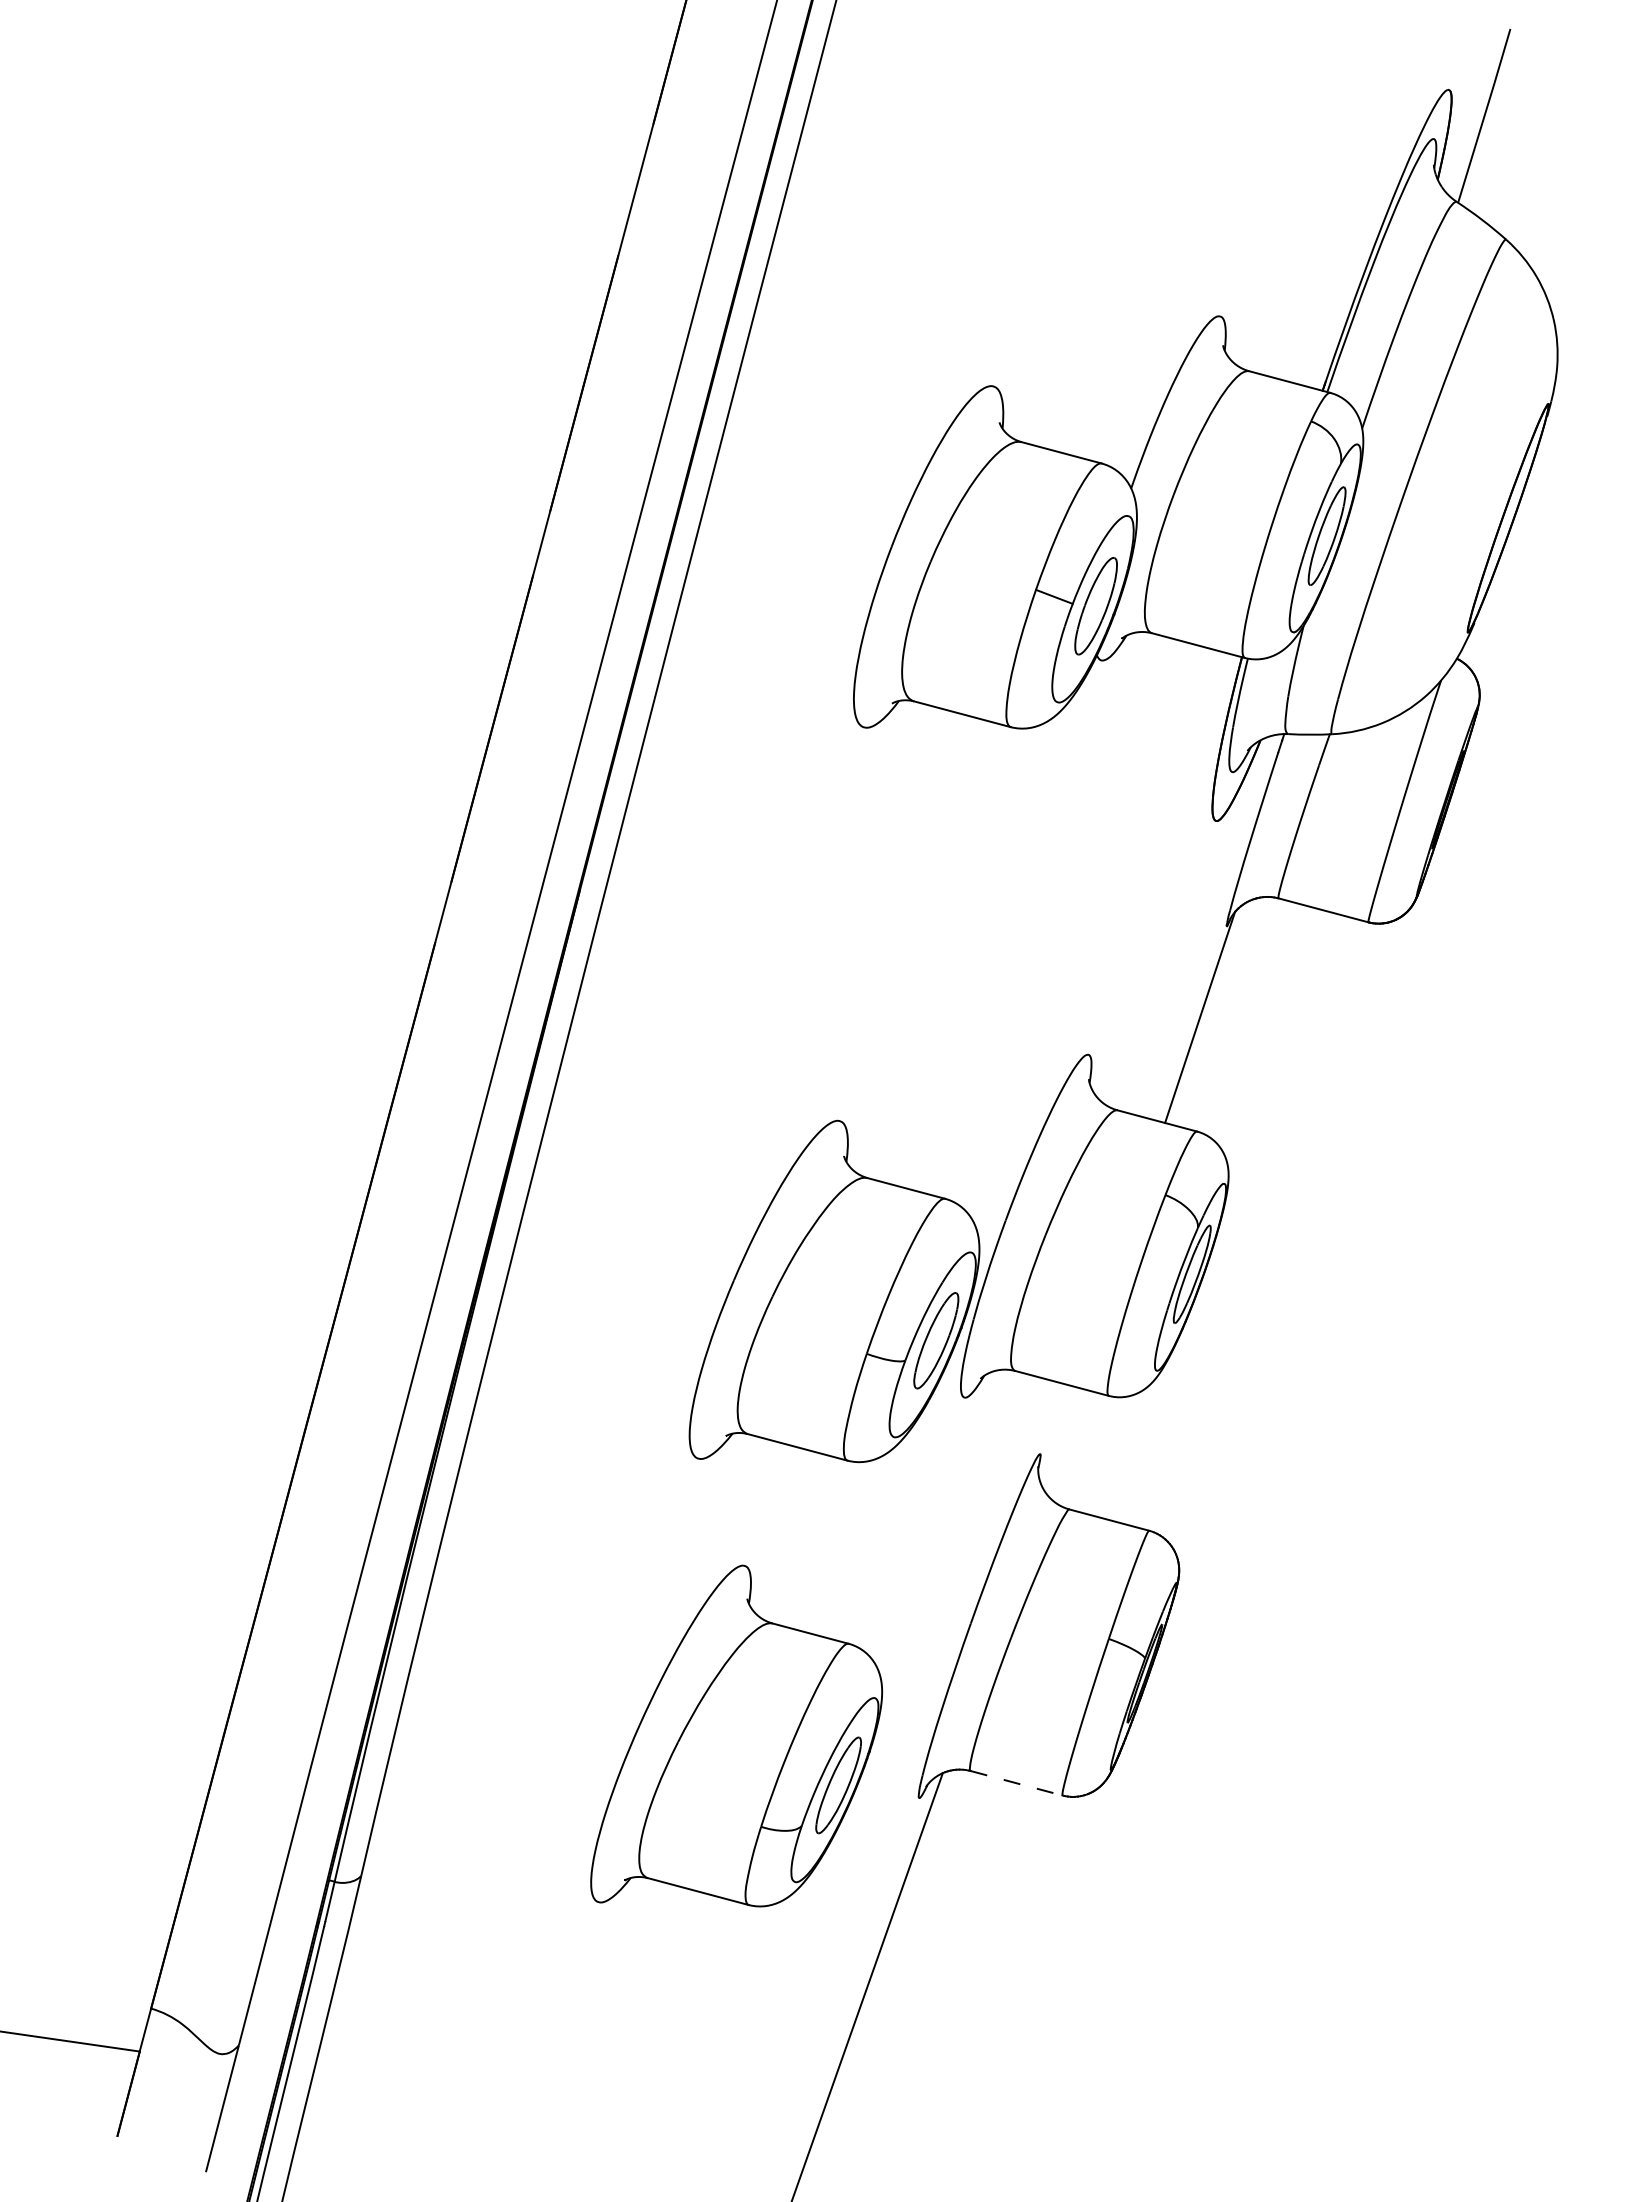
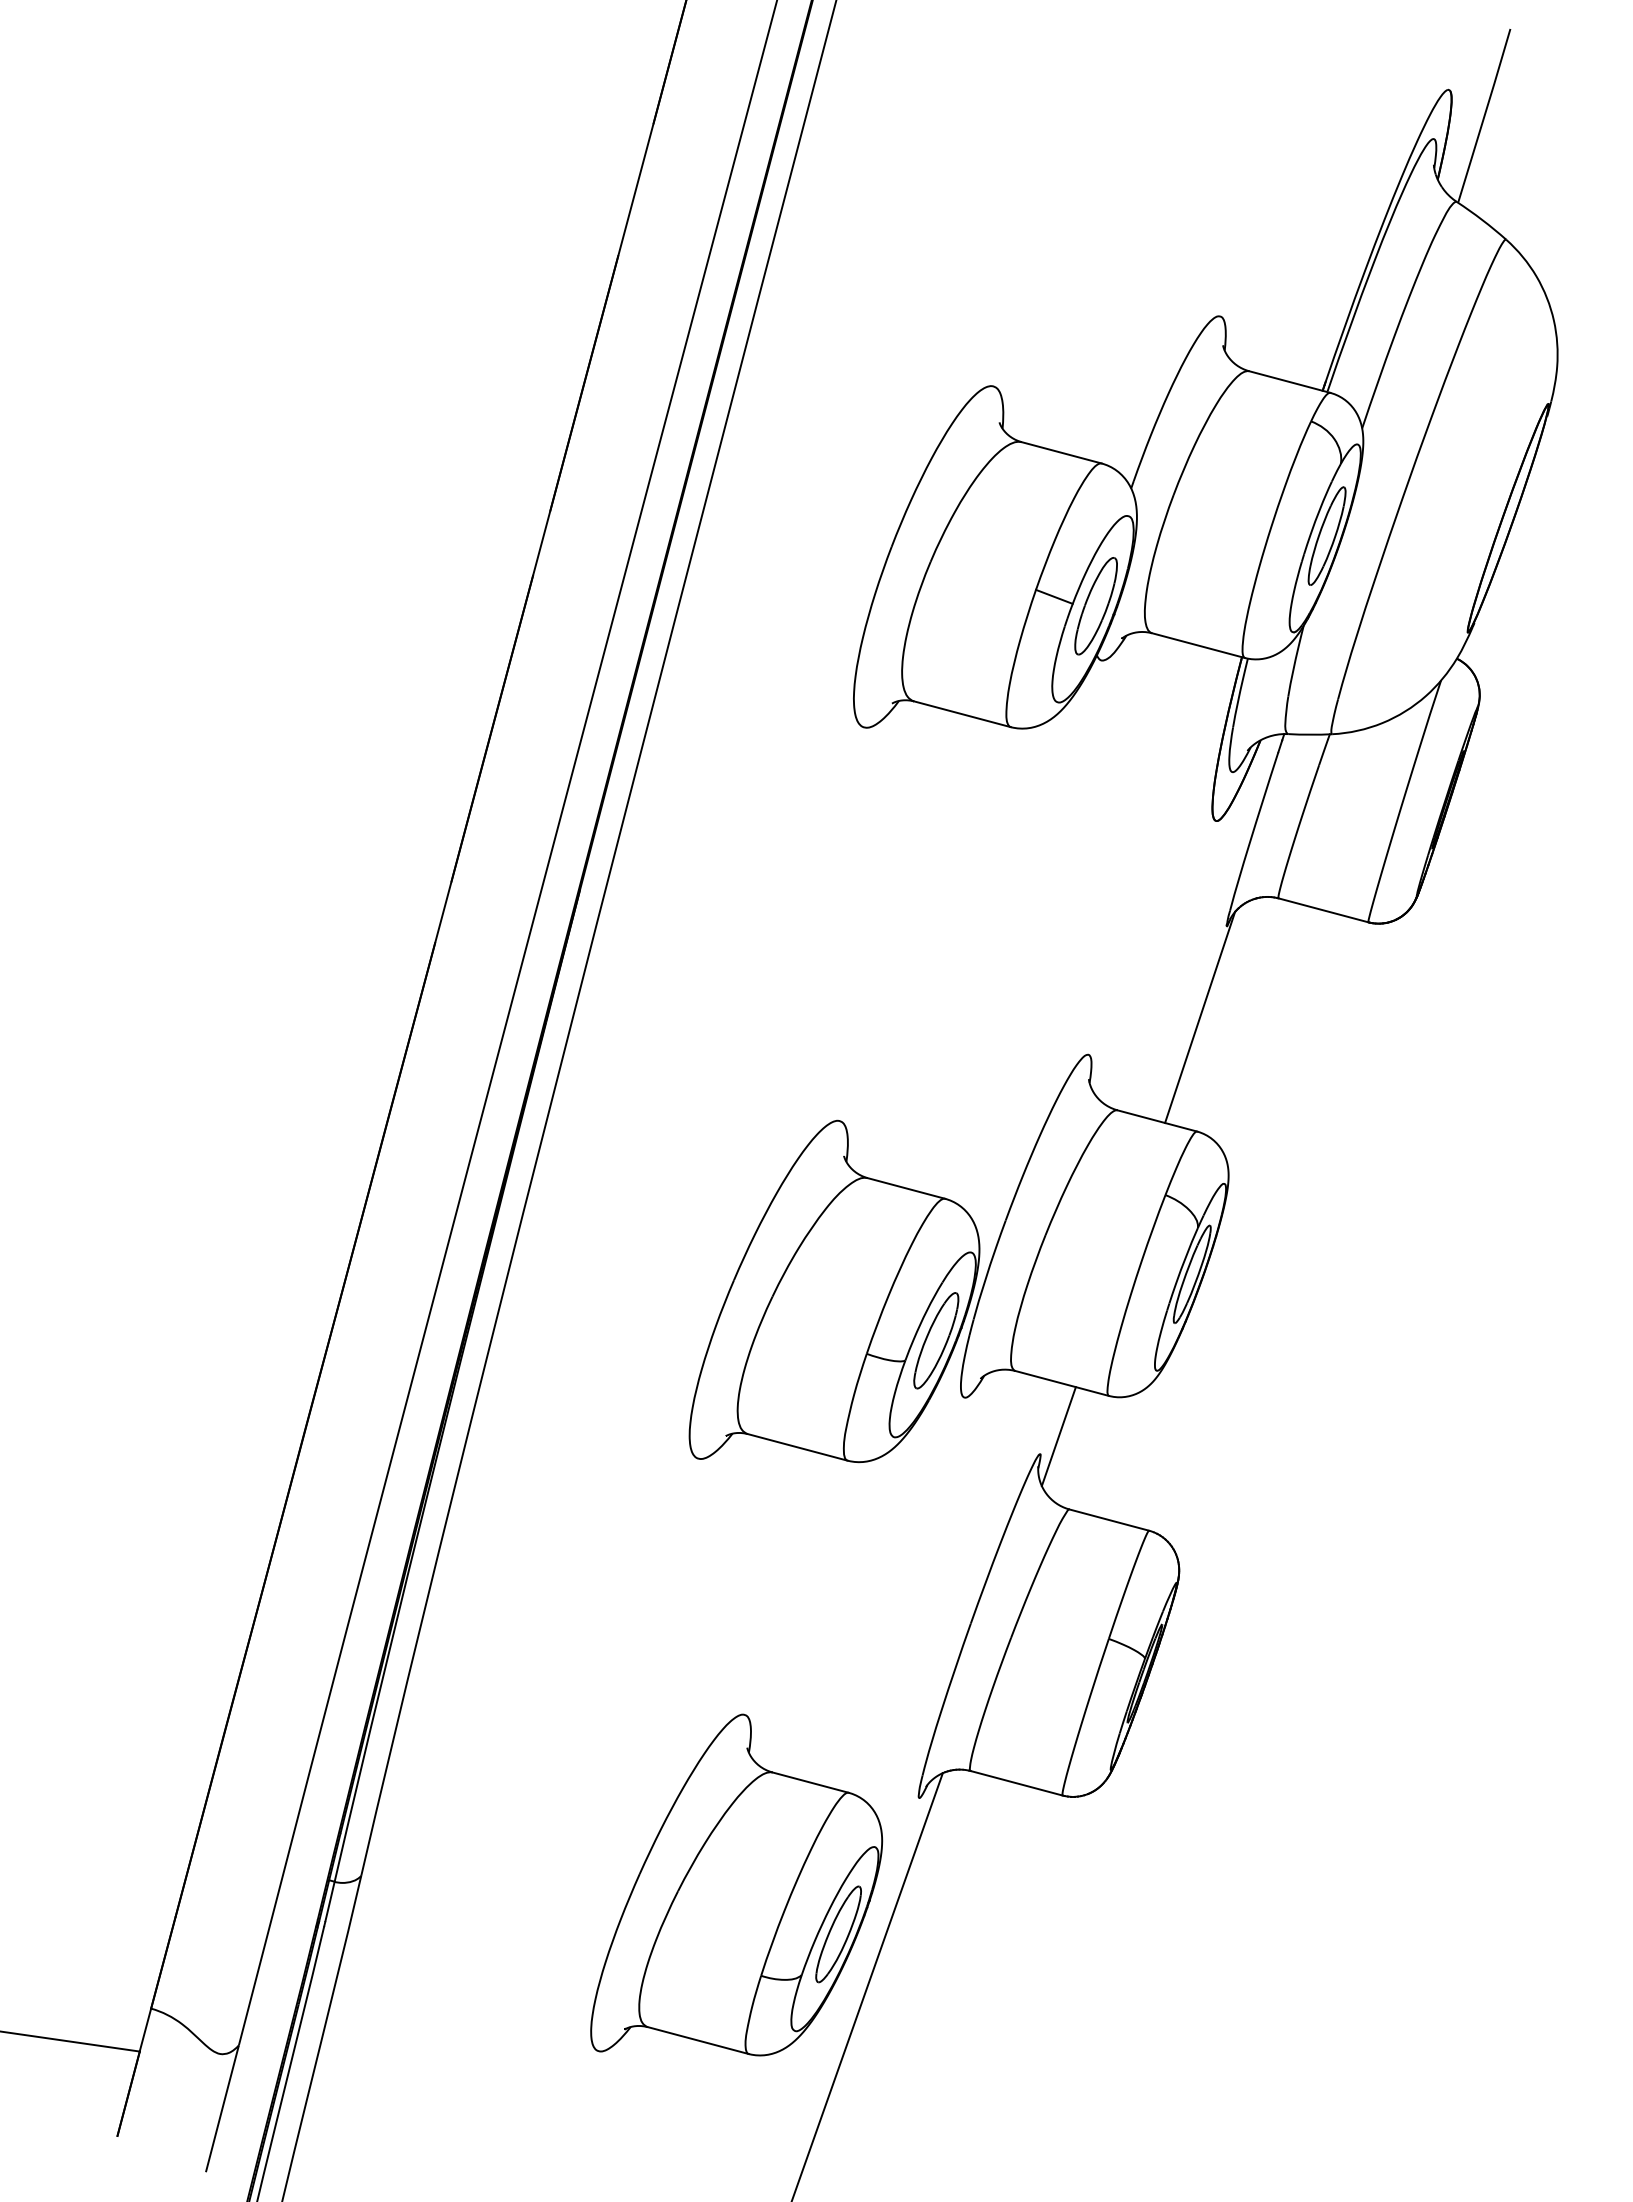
line at (1058, 1436): none -> present
part at (736, 1735) position: (736, 1735) -> (736, 1884)
line at (1016, 1783): dashed -> solid
